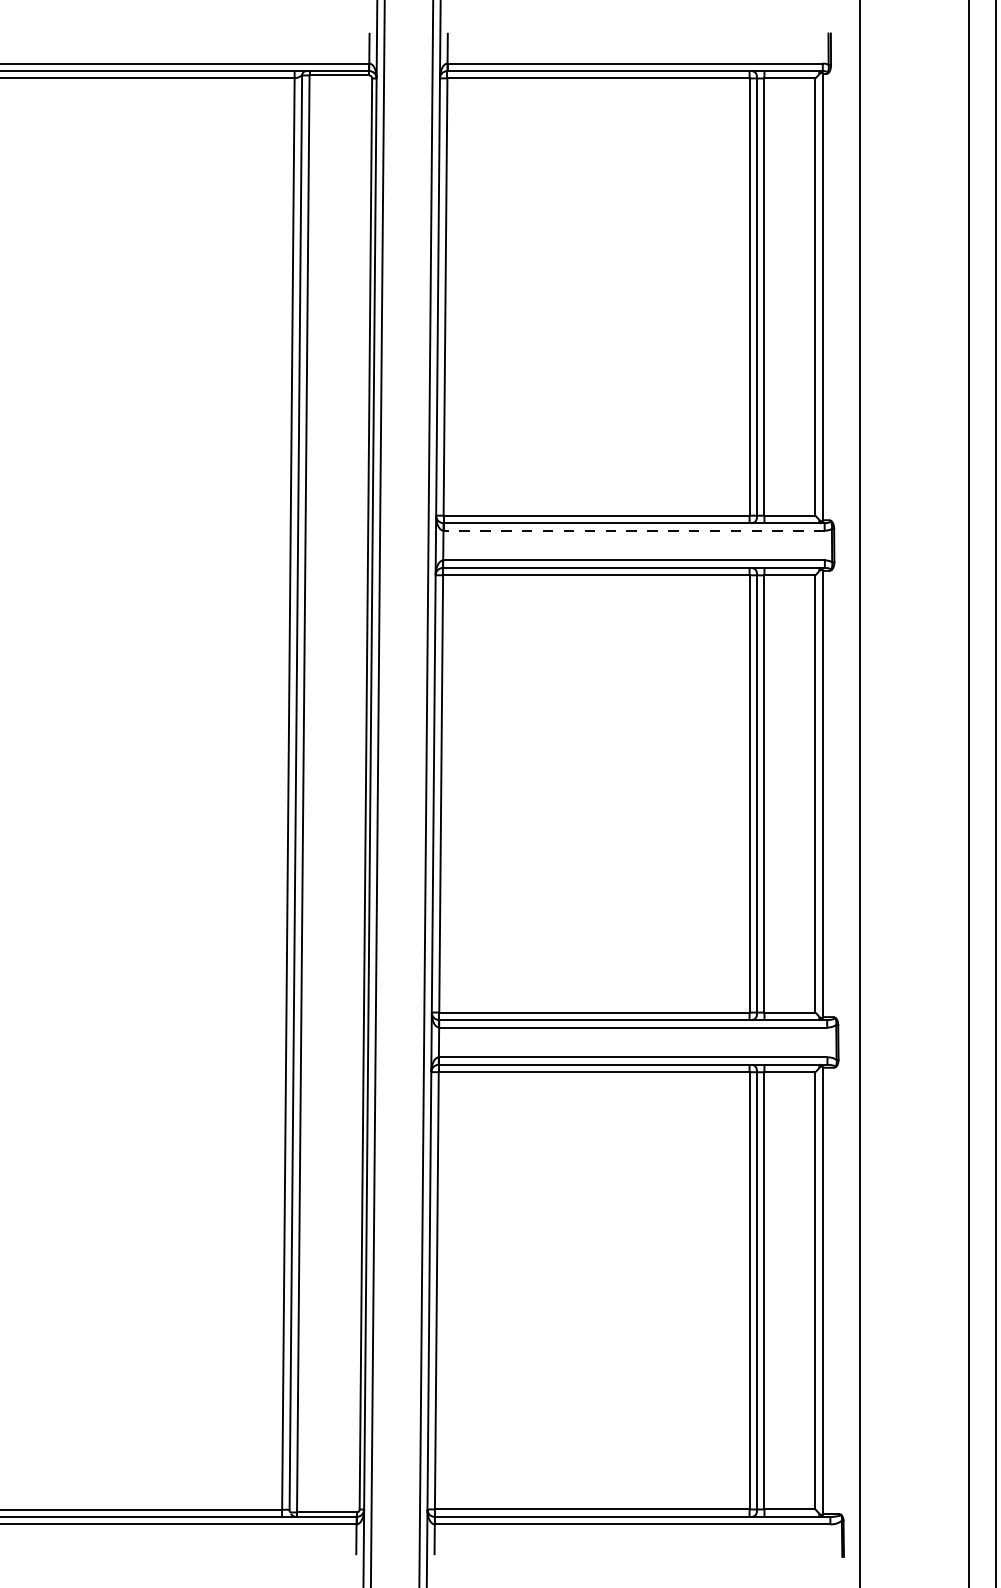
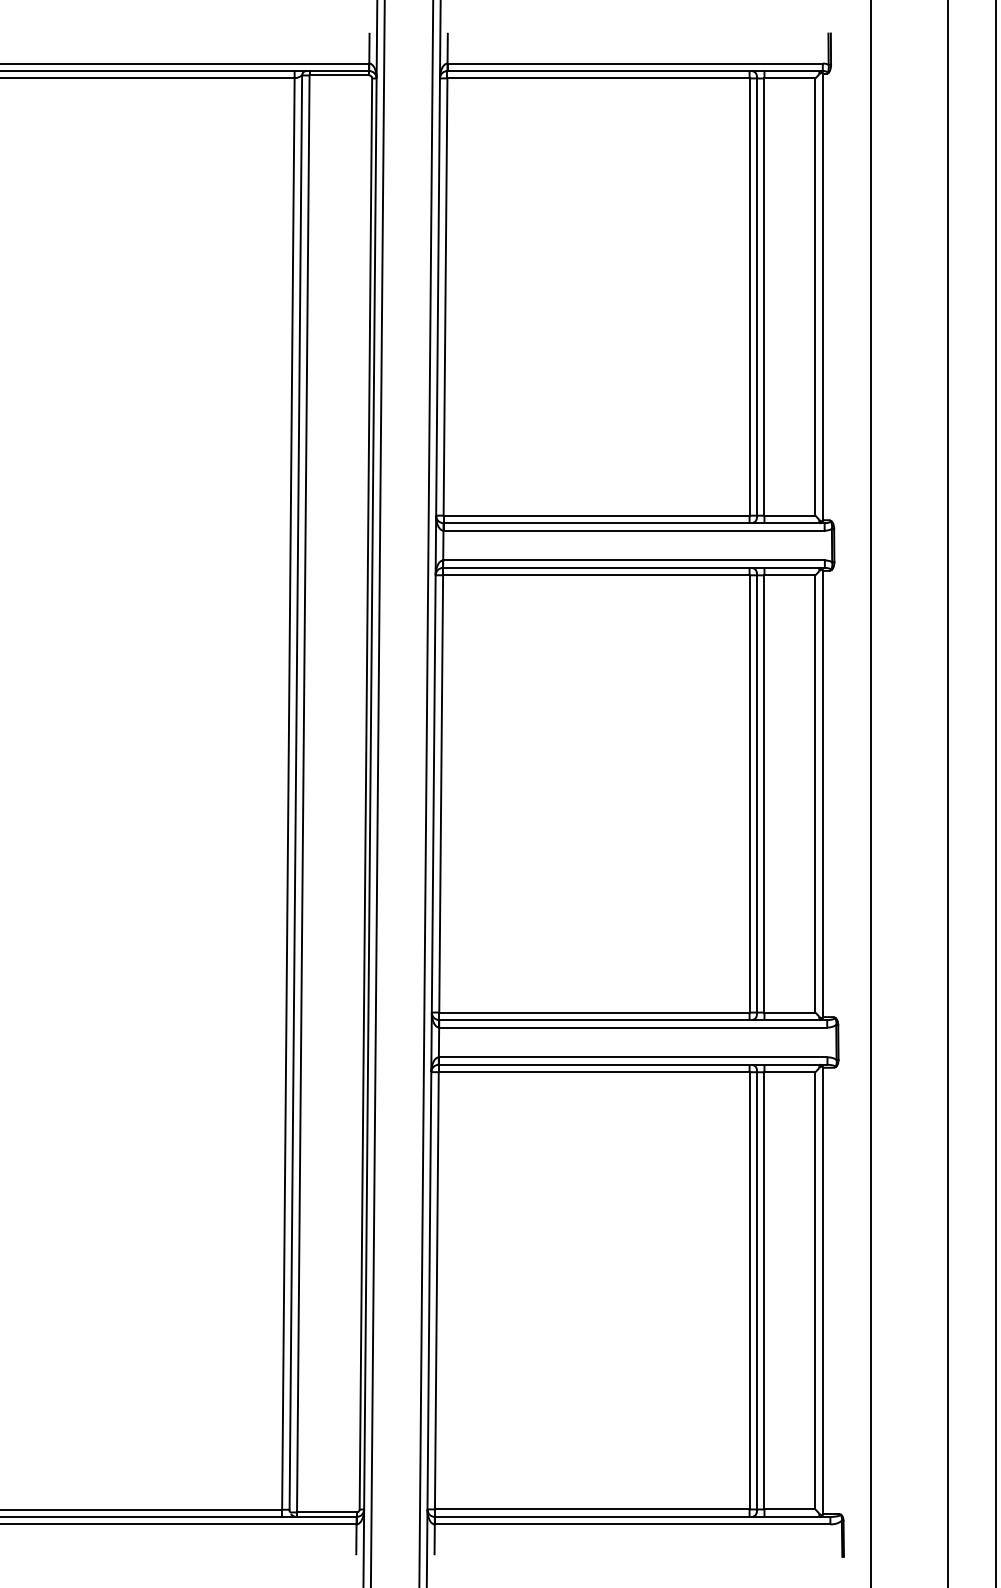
line at (634, 530): dashed -> solid
line at (859, 793) position: (859, 793) -> (870, 793)
line at (969, 793) position: (969, 793) -> (948, 793)
